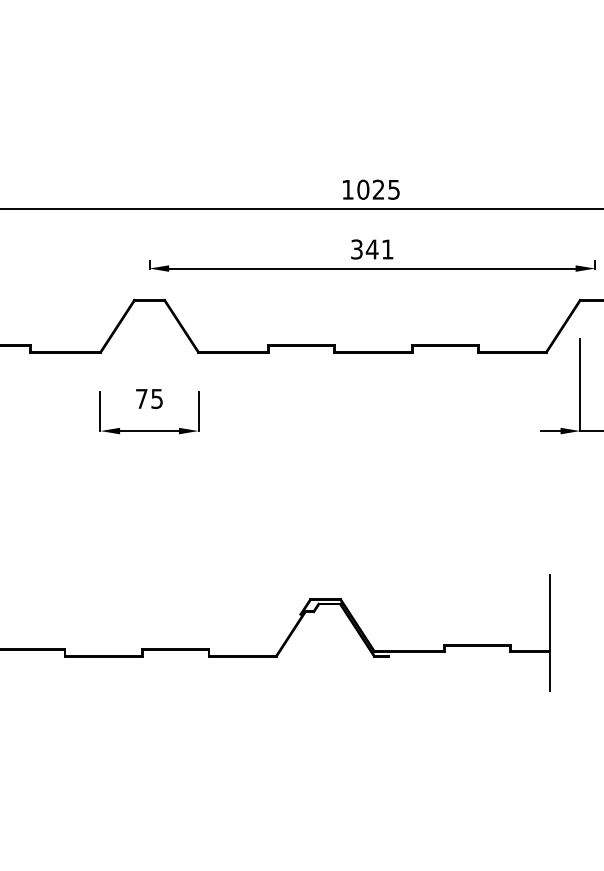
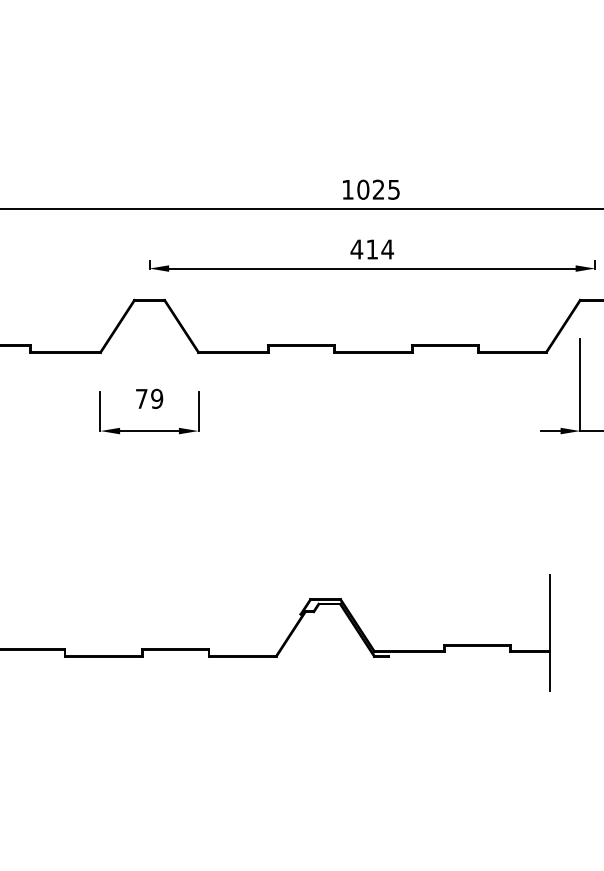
text at (372, 249): 341 -> 414
text at (157, 398): 75 -> 79
